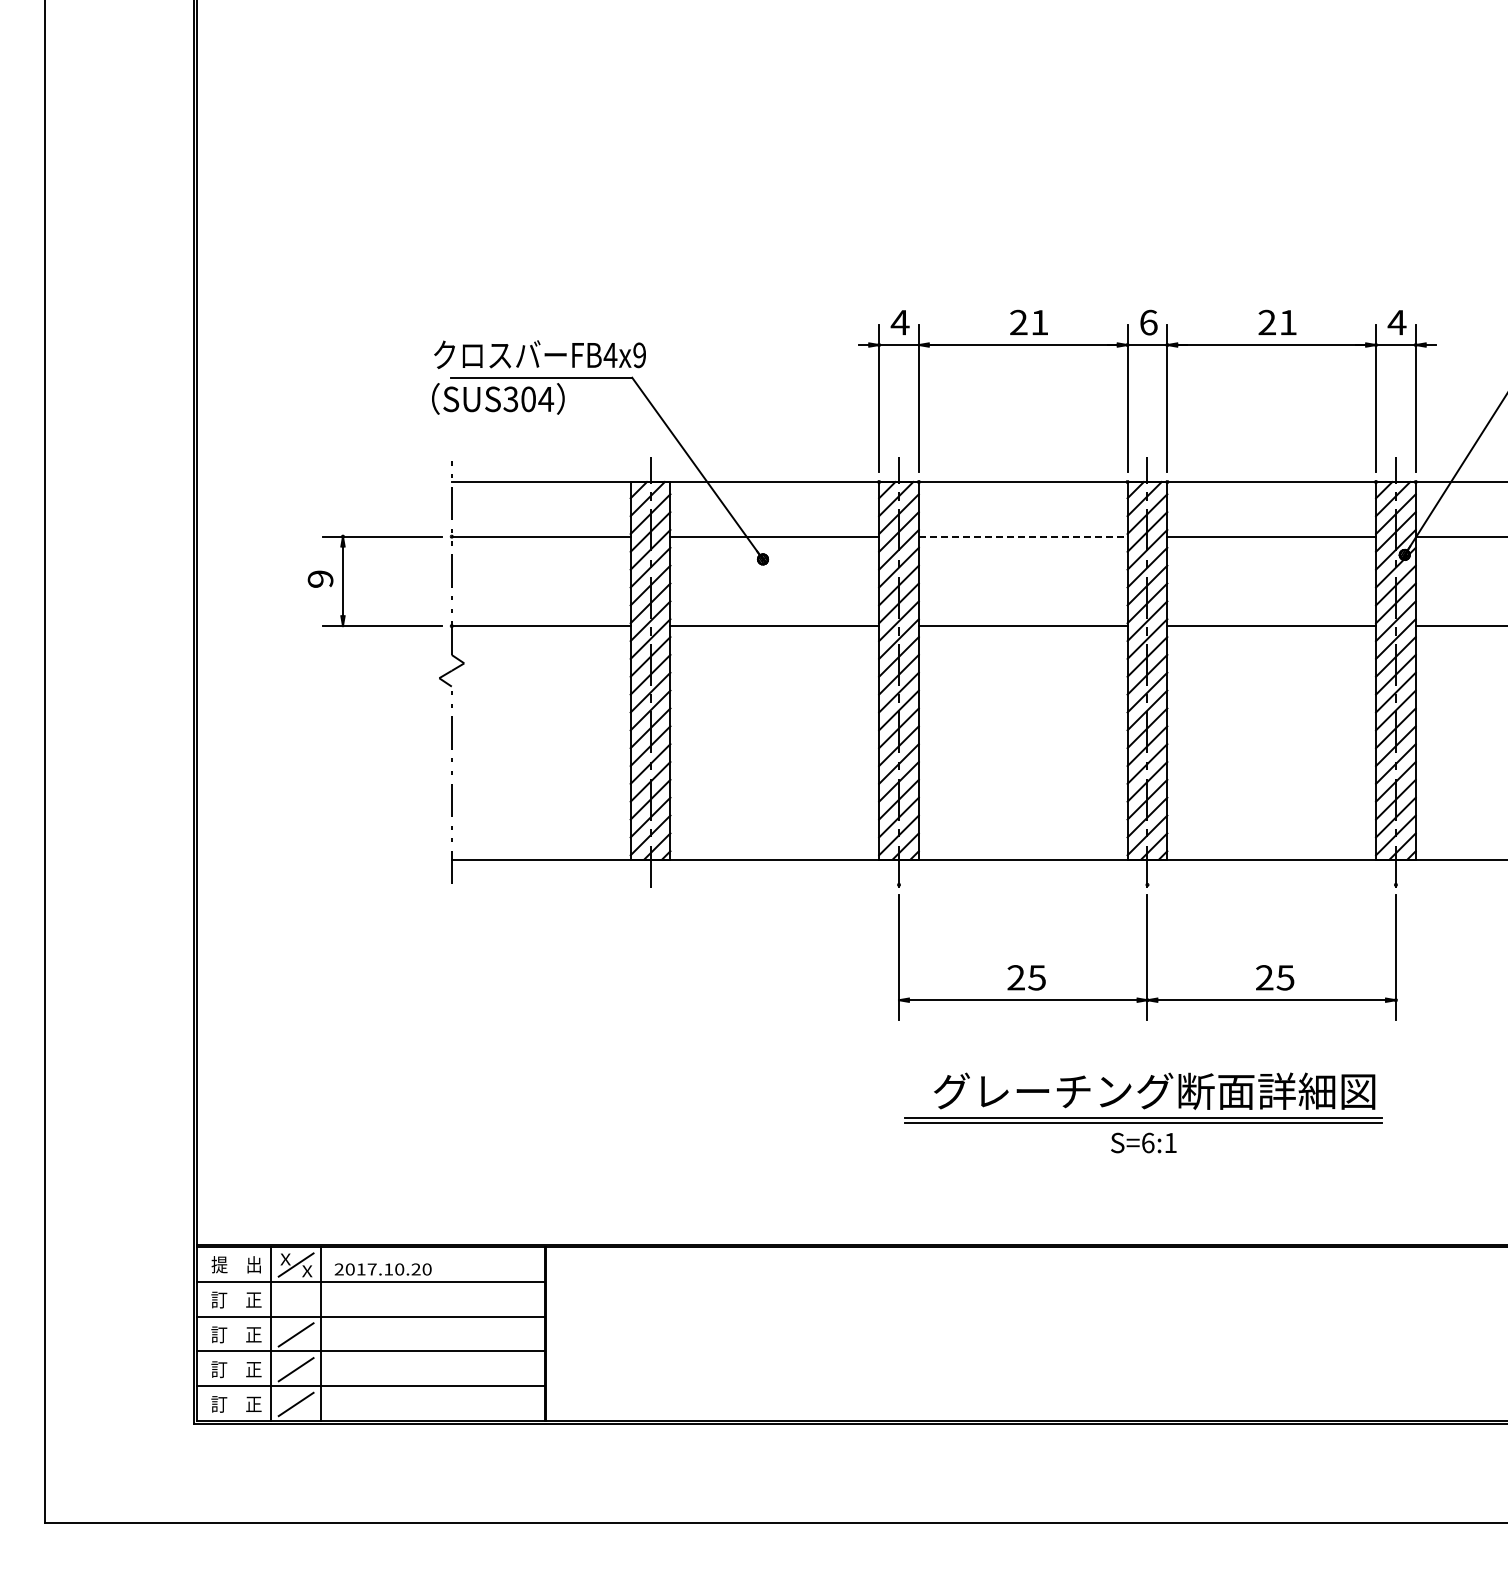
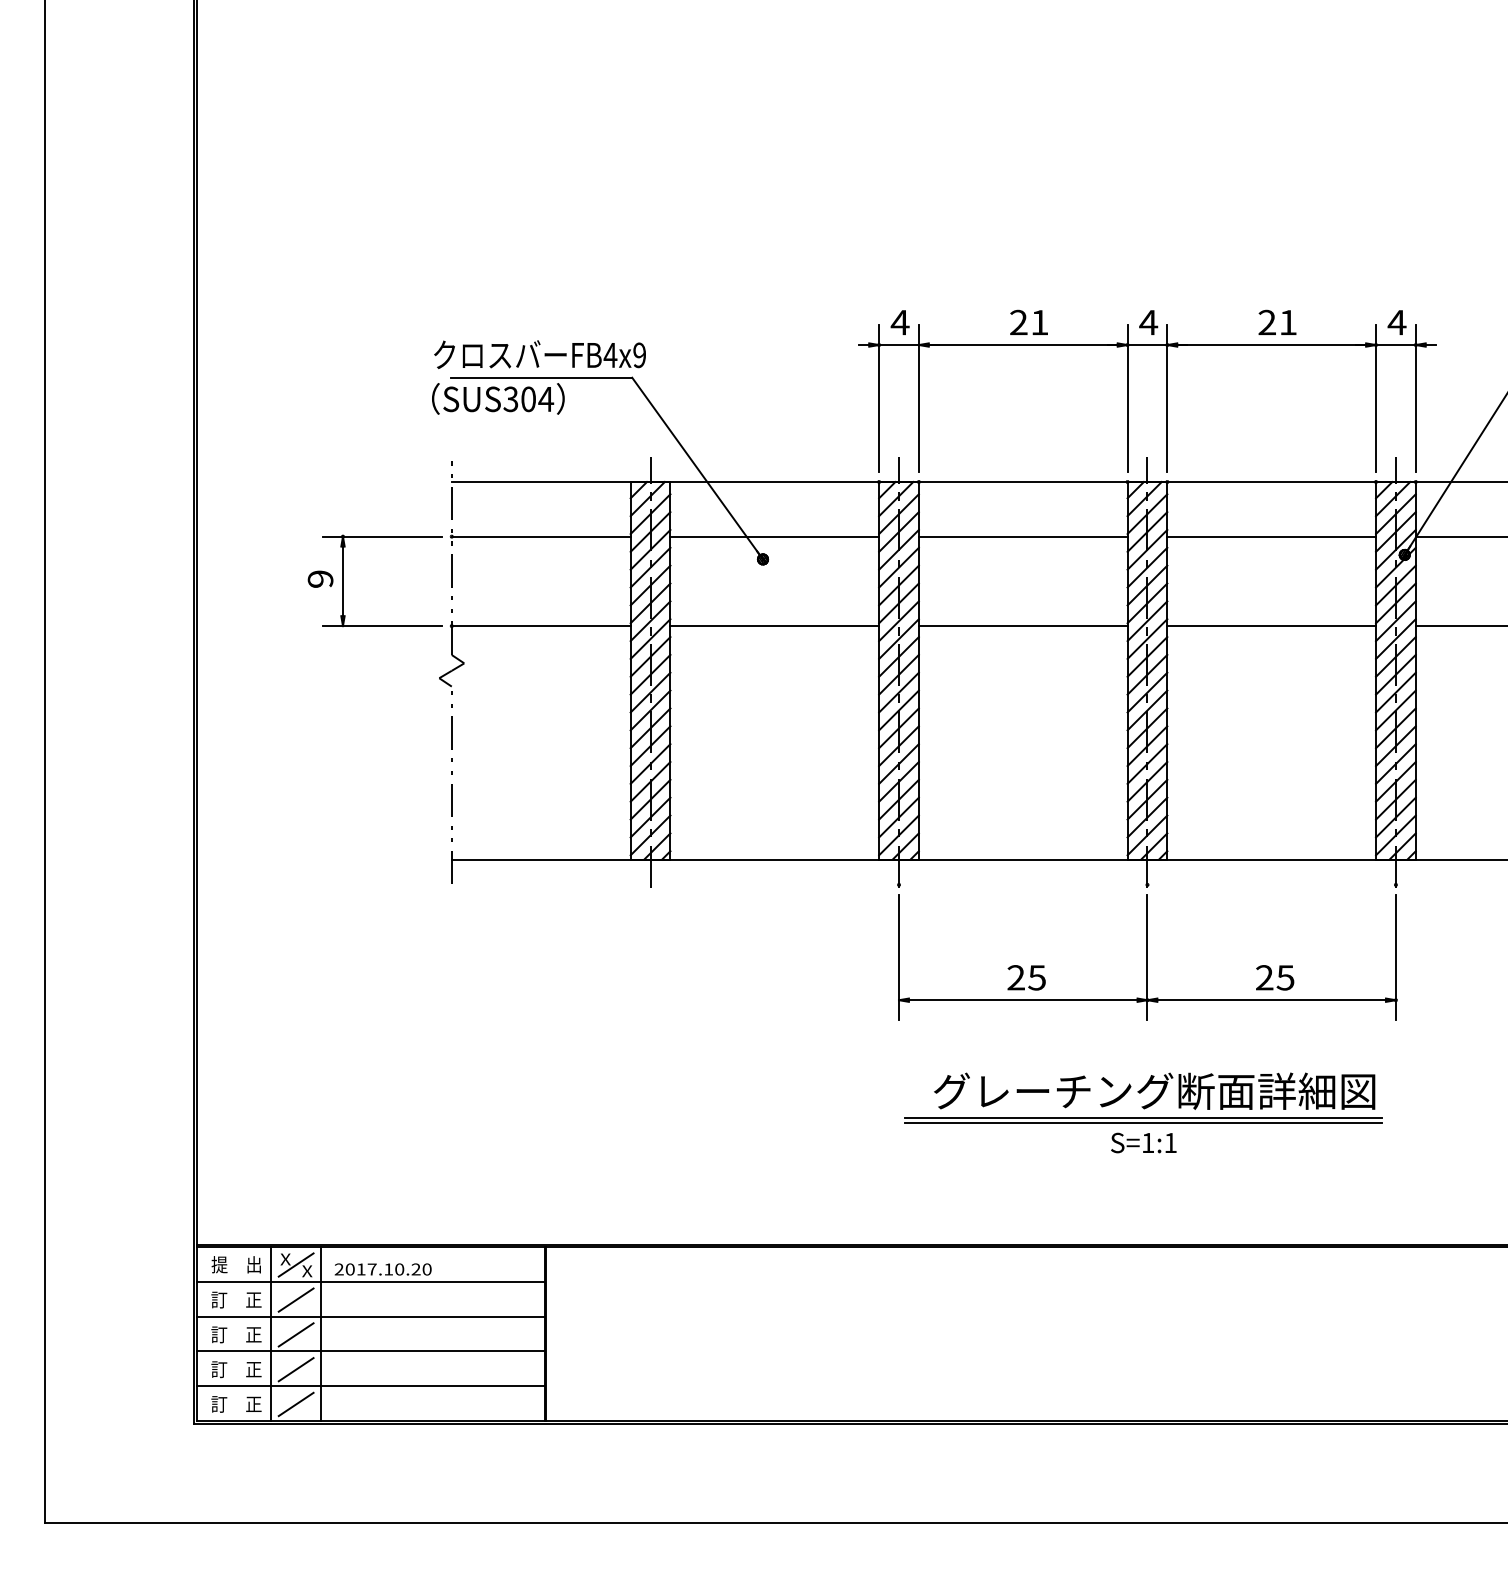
text at (1148, 322): 6 -> 4
line at (1023, 536): dashed -> solid
text at (1148, 1142): S=6:1 -> S=1:1
line at (295, 1299): none -> present
